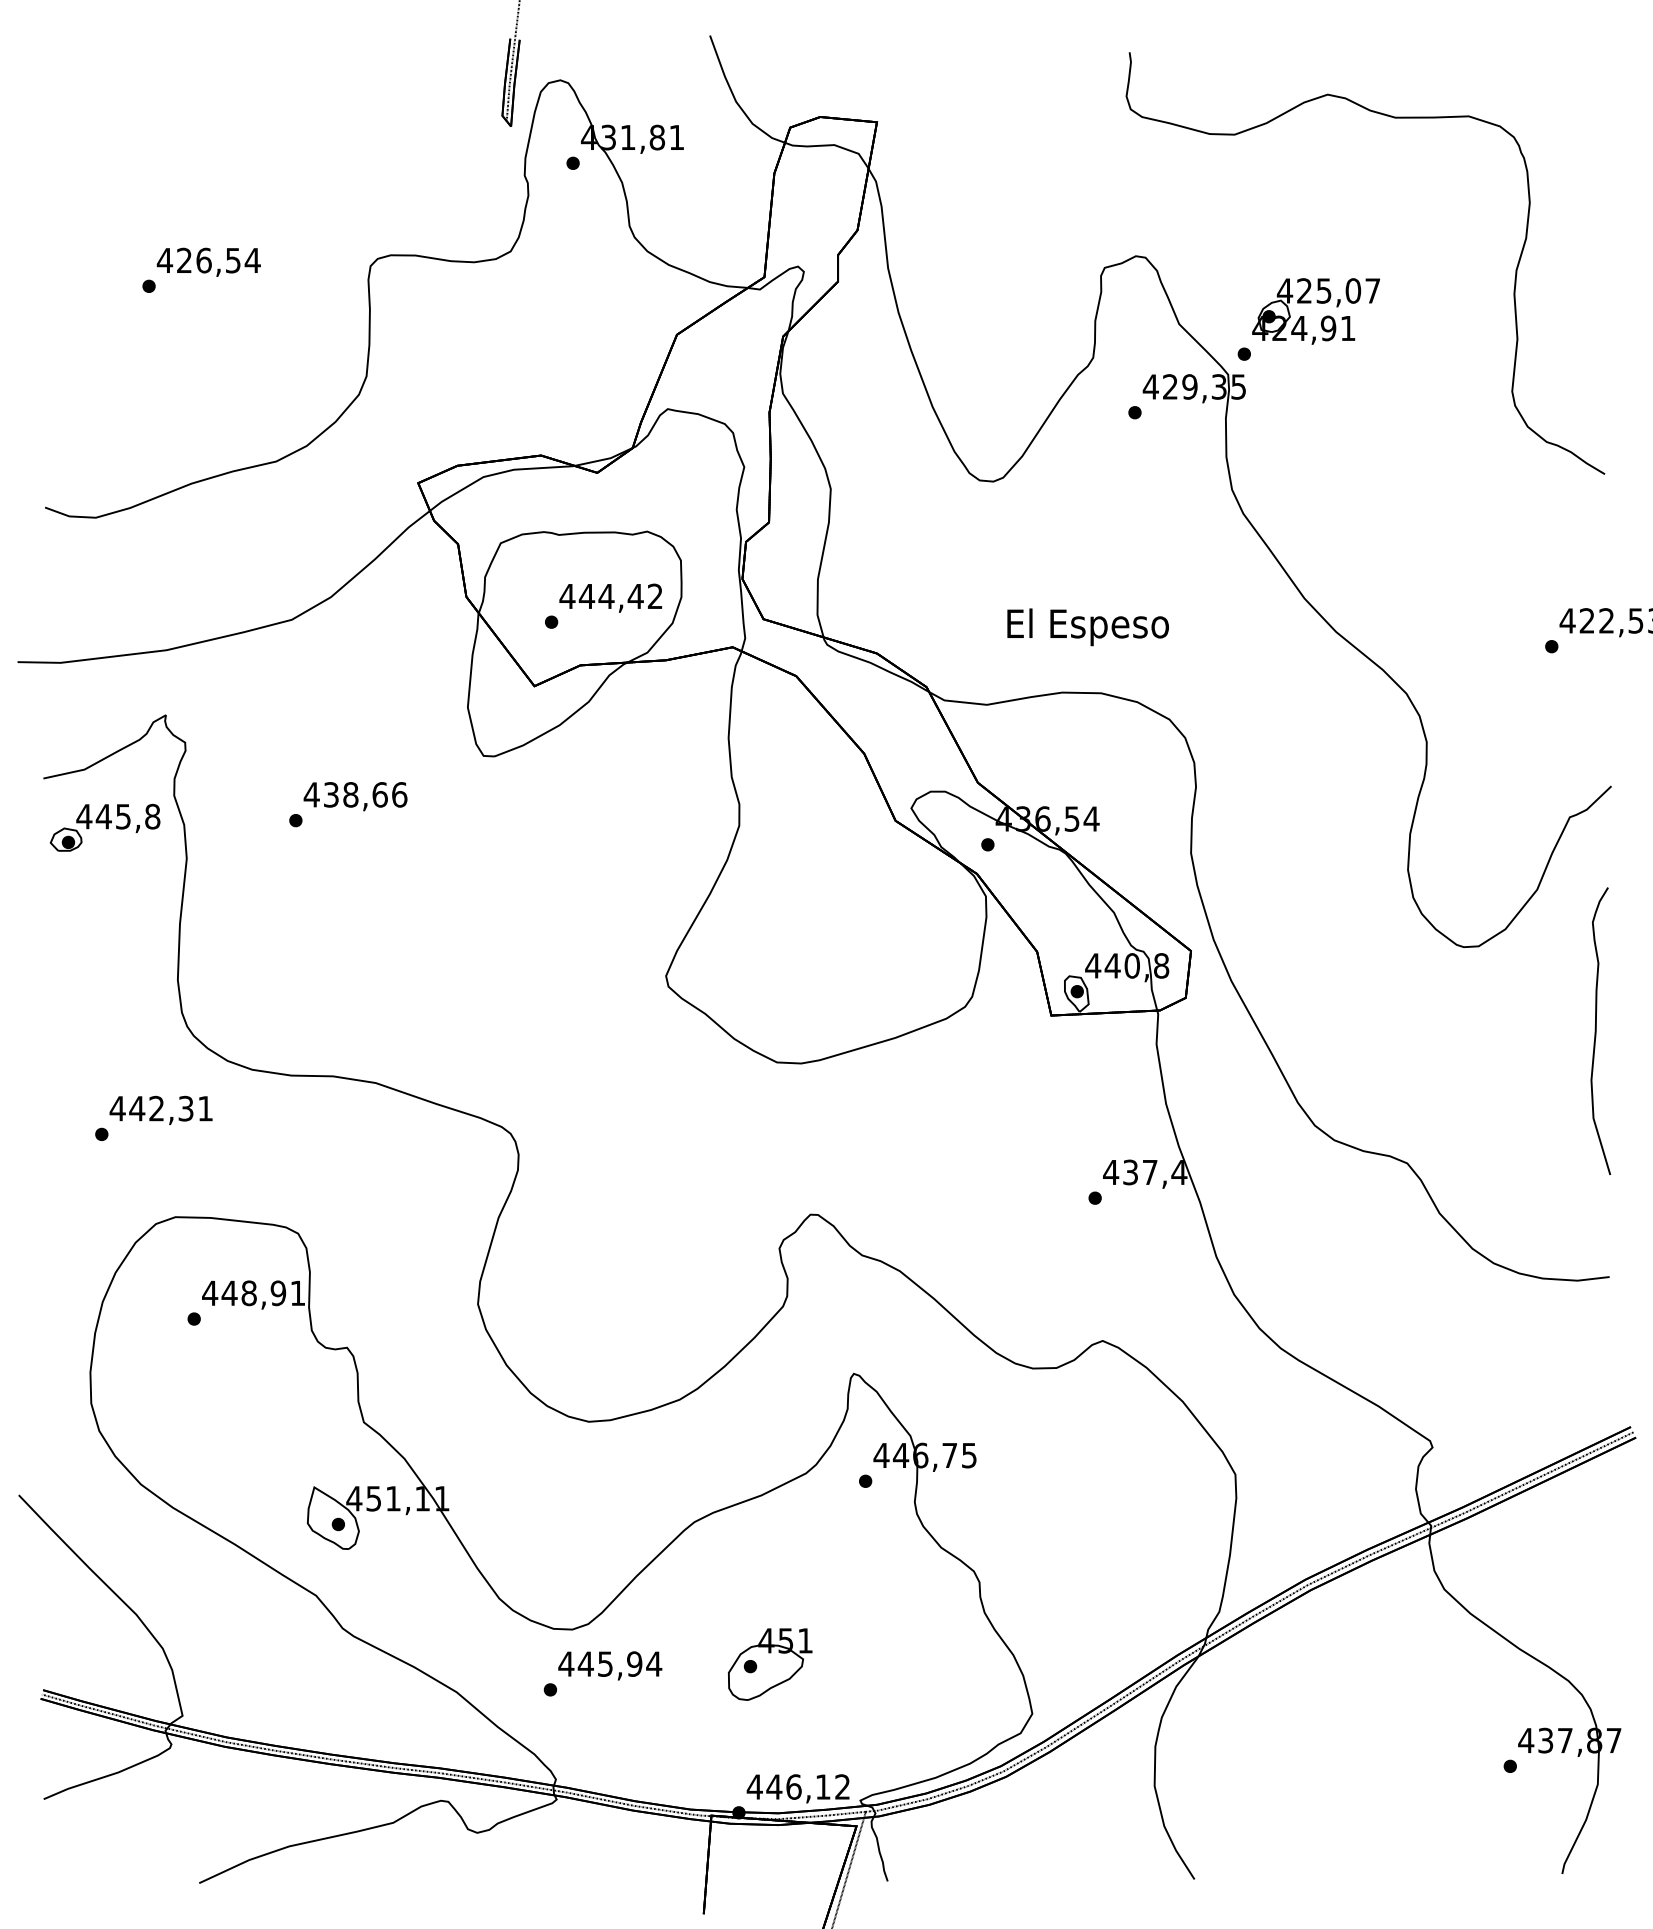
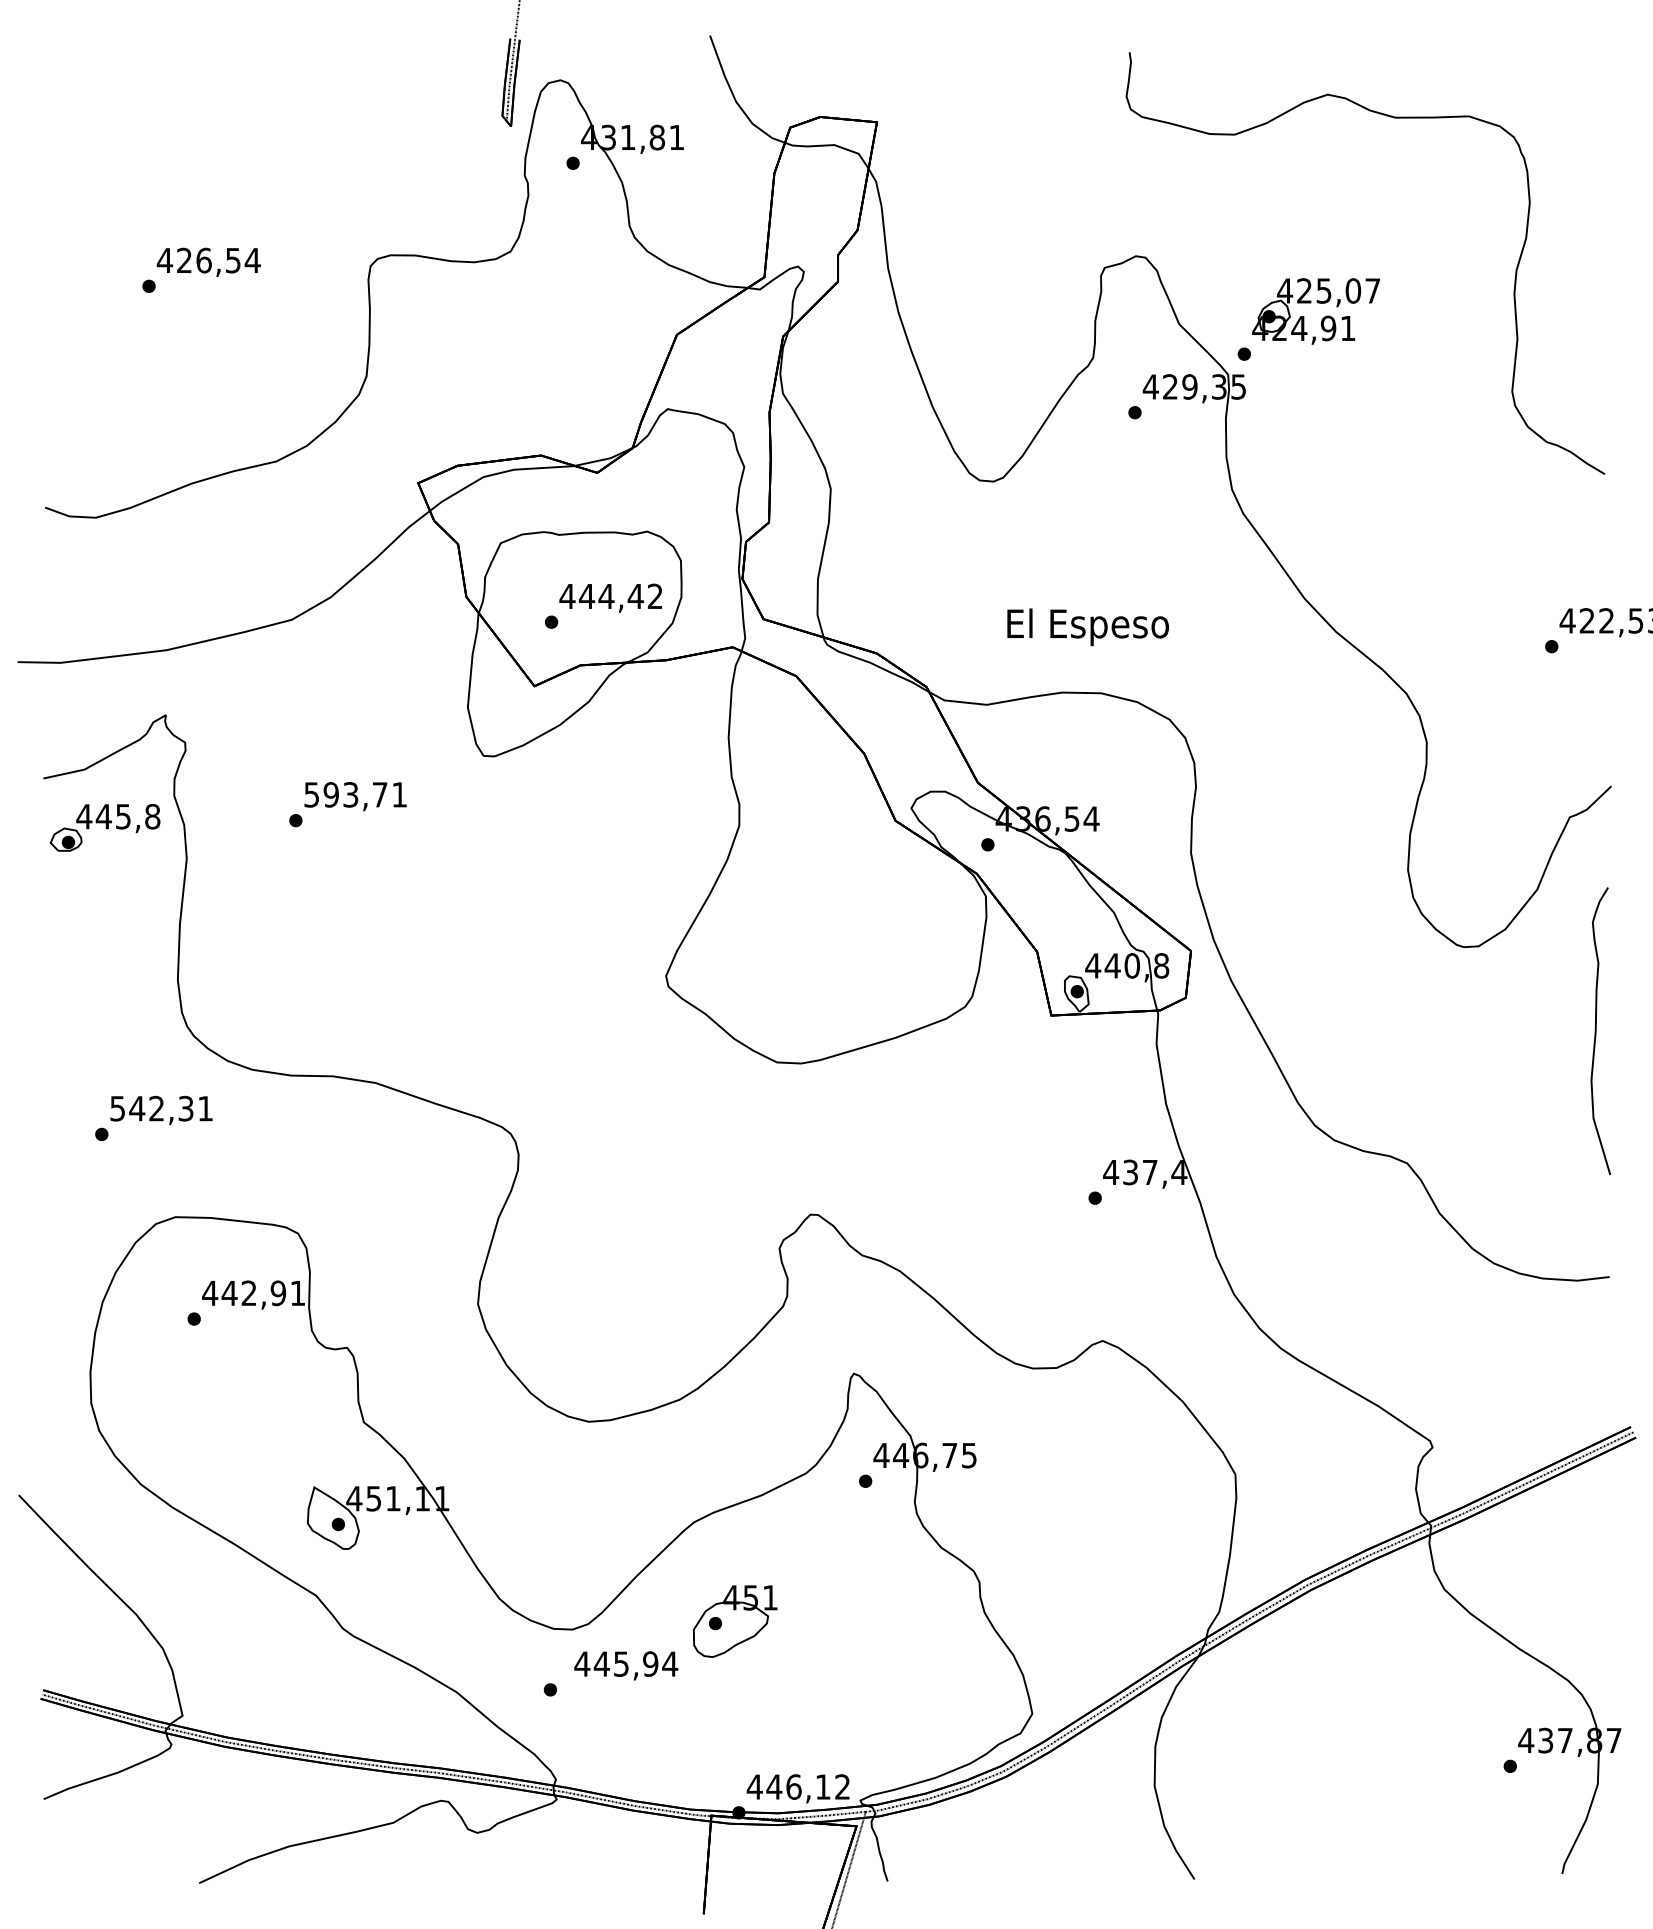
text at (355, 794): 438,66 -> 593,71
text at (117, 1108): 442,31 -> 542,31
text at (248, 1293): 448,91 -> 442,91
part at (770, 1664) position: (770, 1664) -> (735, 1621)
text at (610, 1665) position: (610, 1665) -> (626, 1665)
